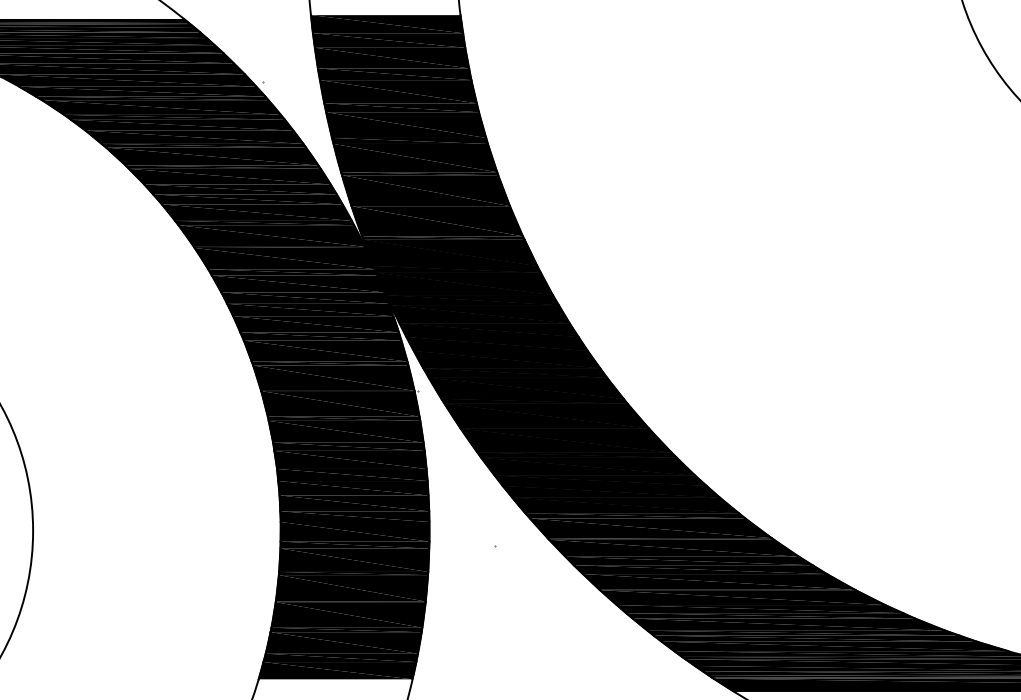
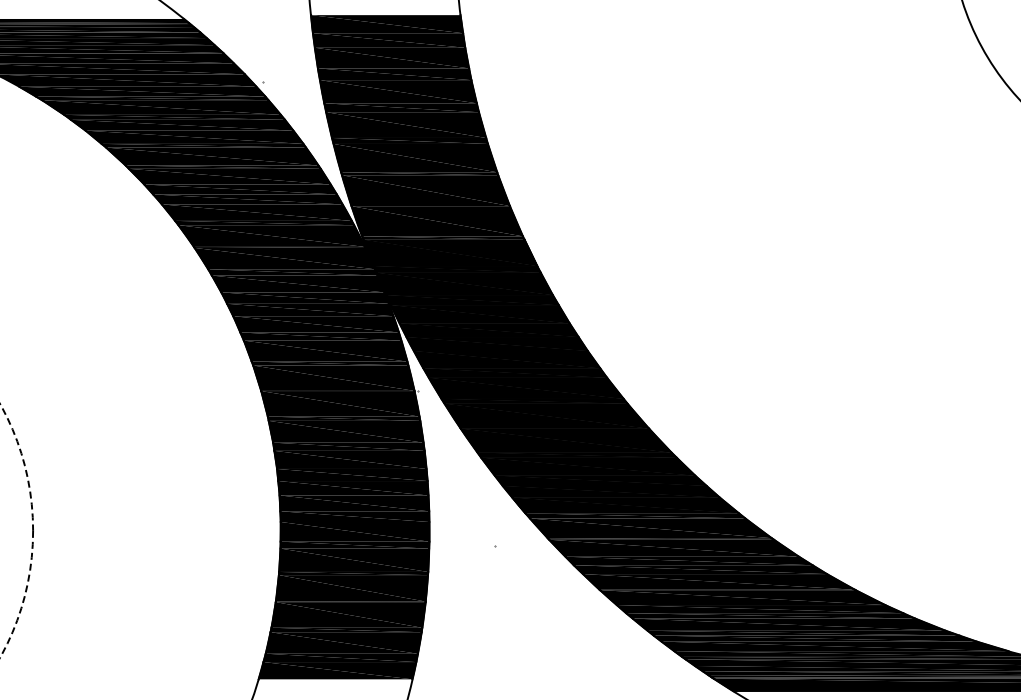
circle at (16, 530): solid -> dashed
